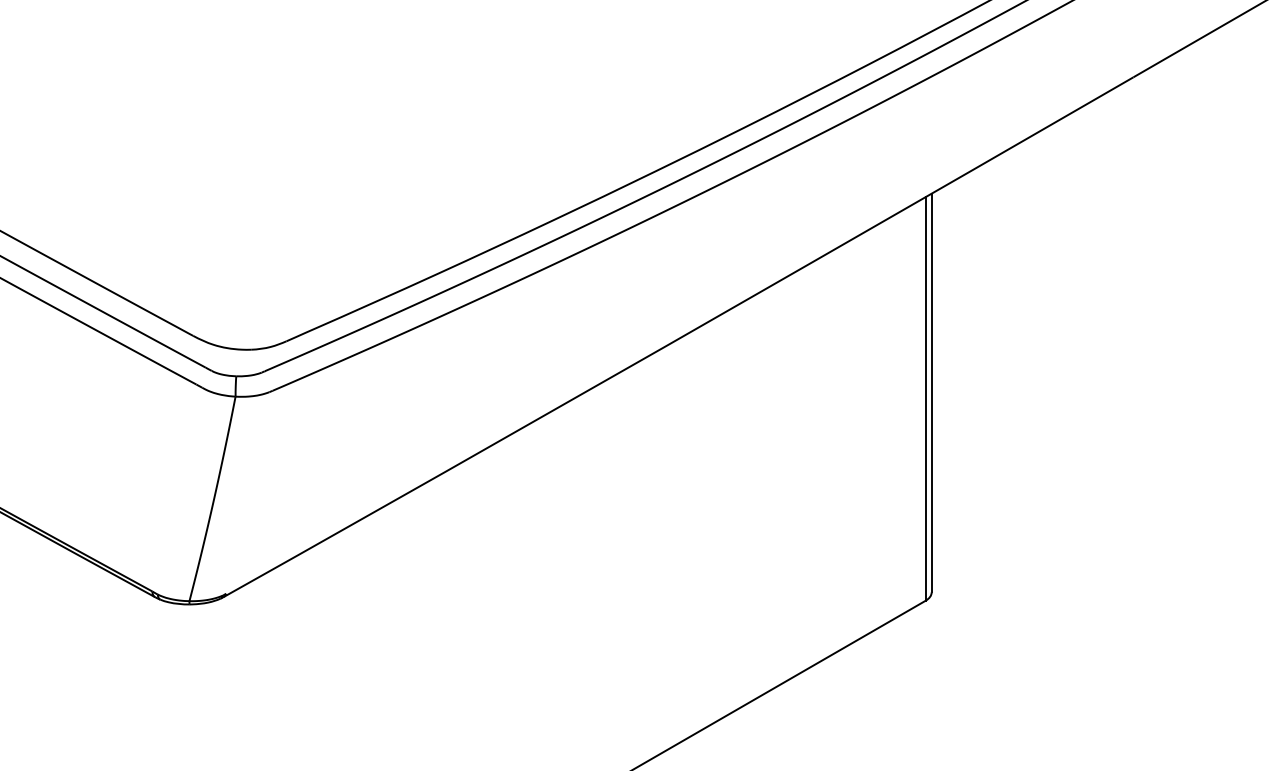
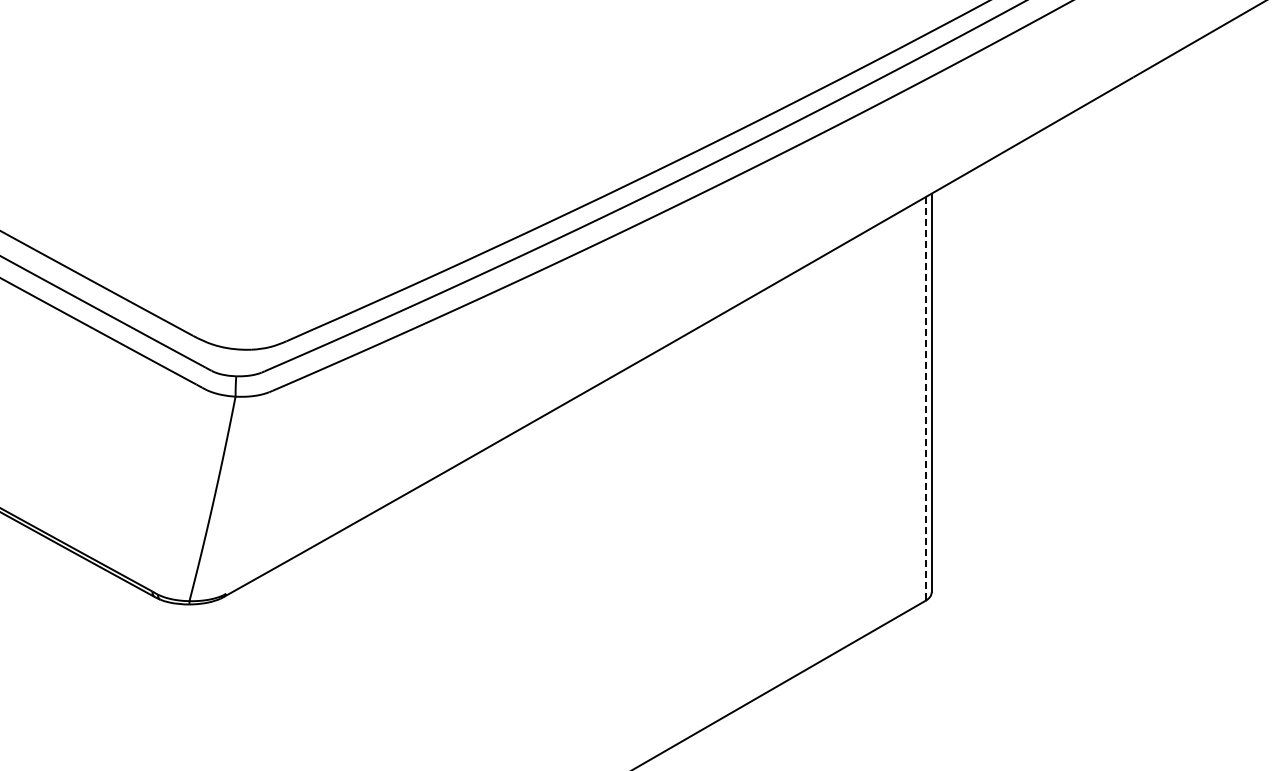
line at (925, 398): solid -> dashed
